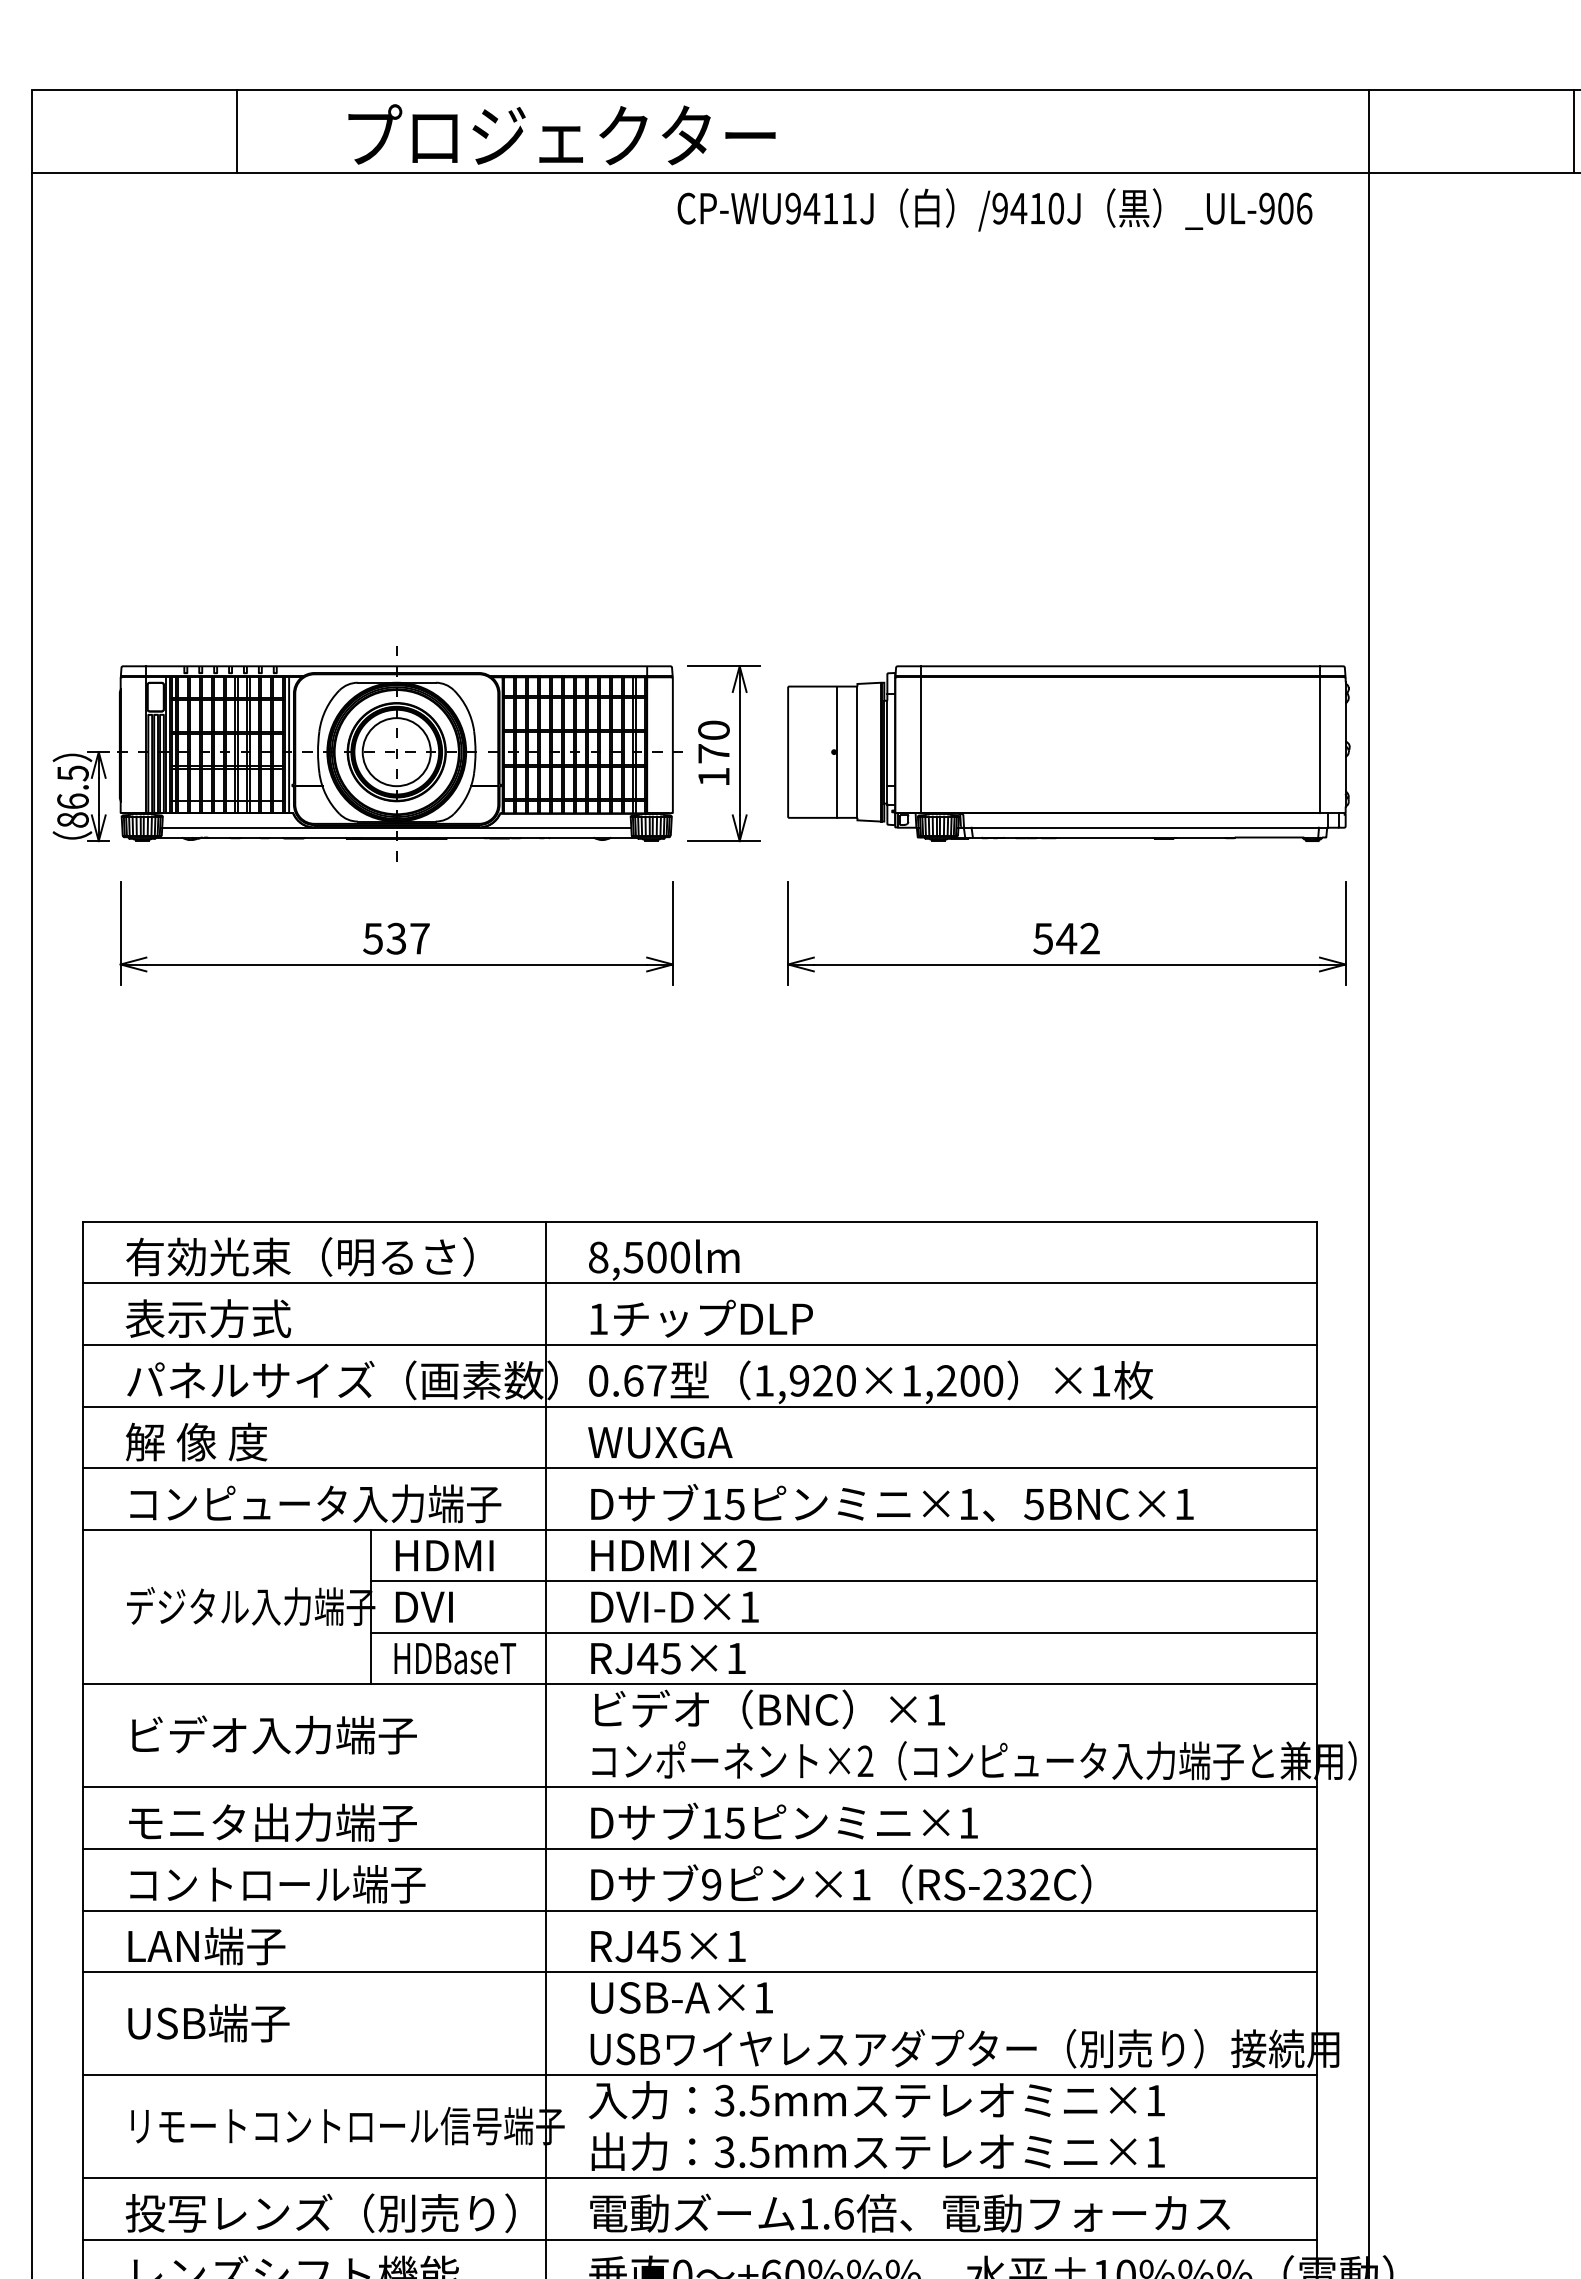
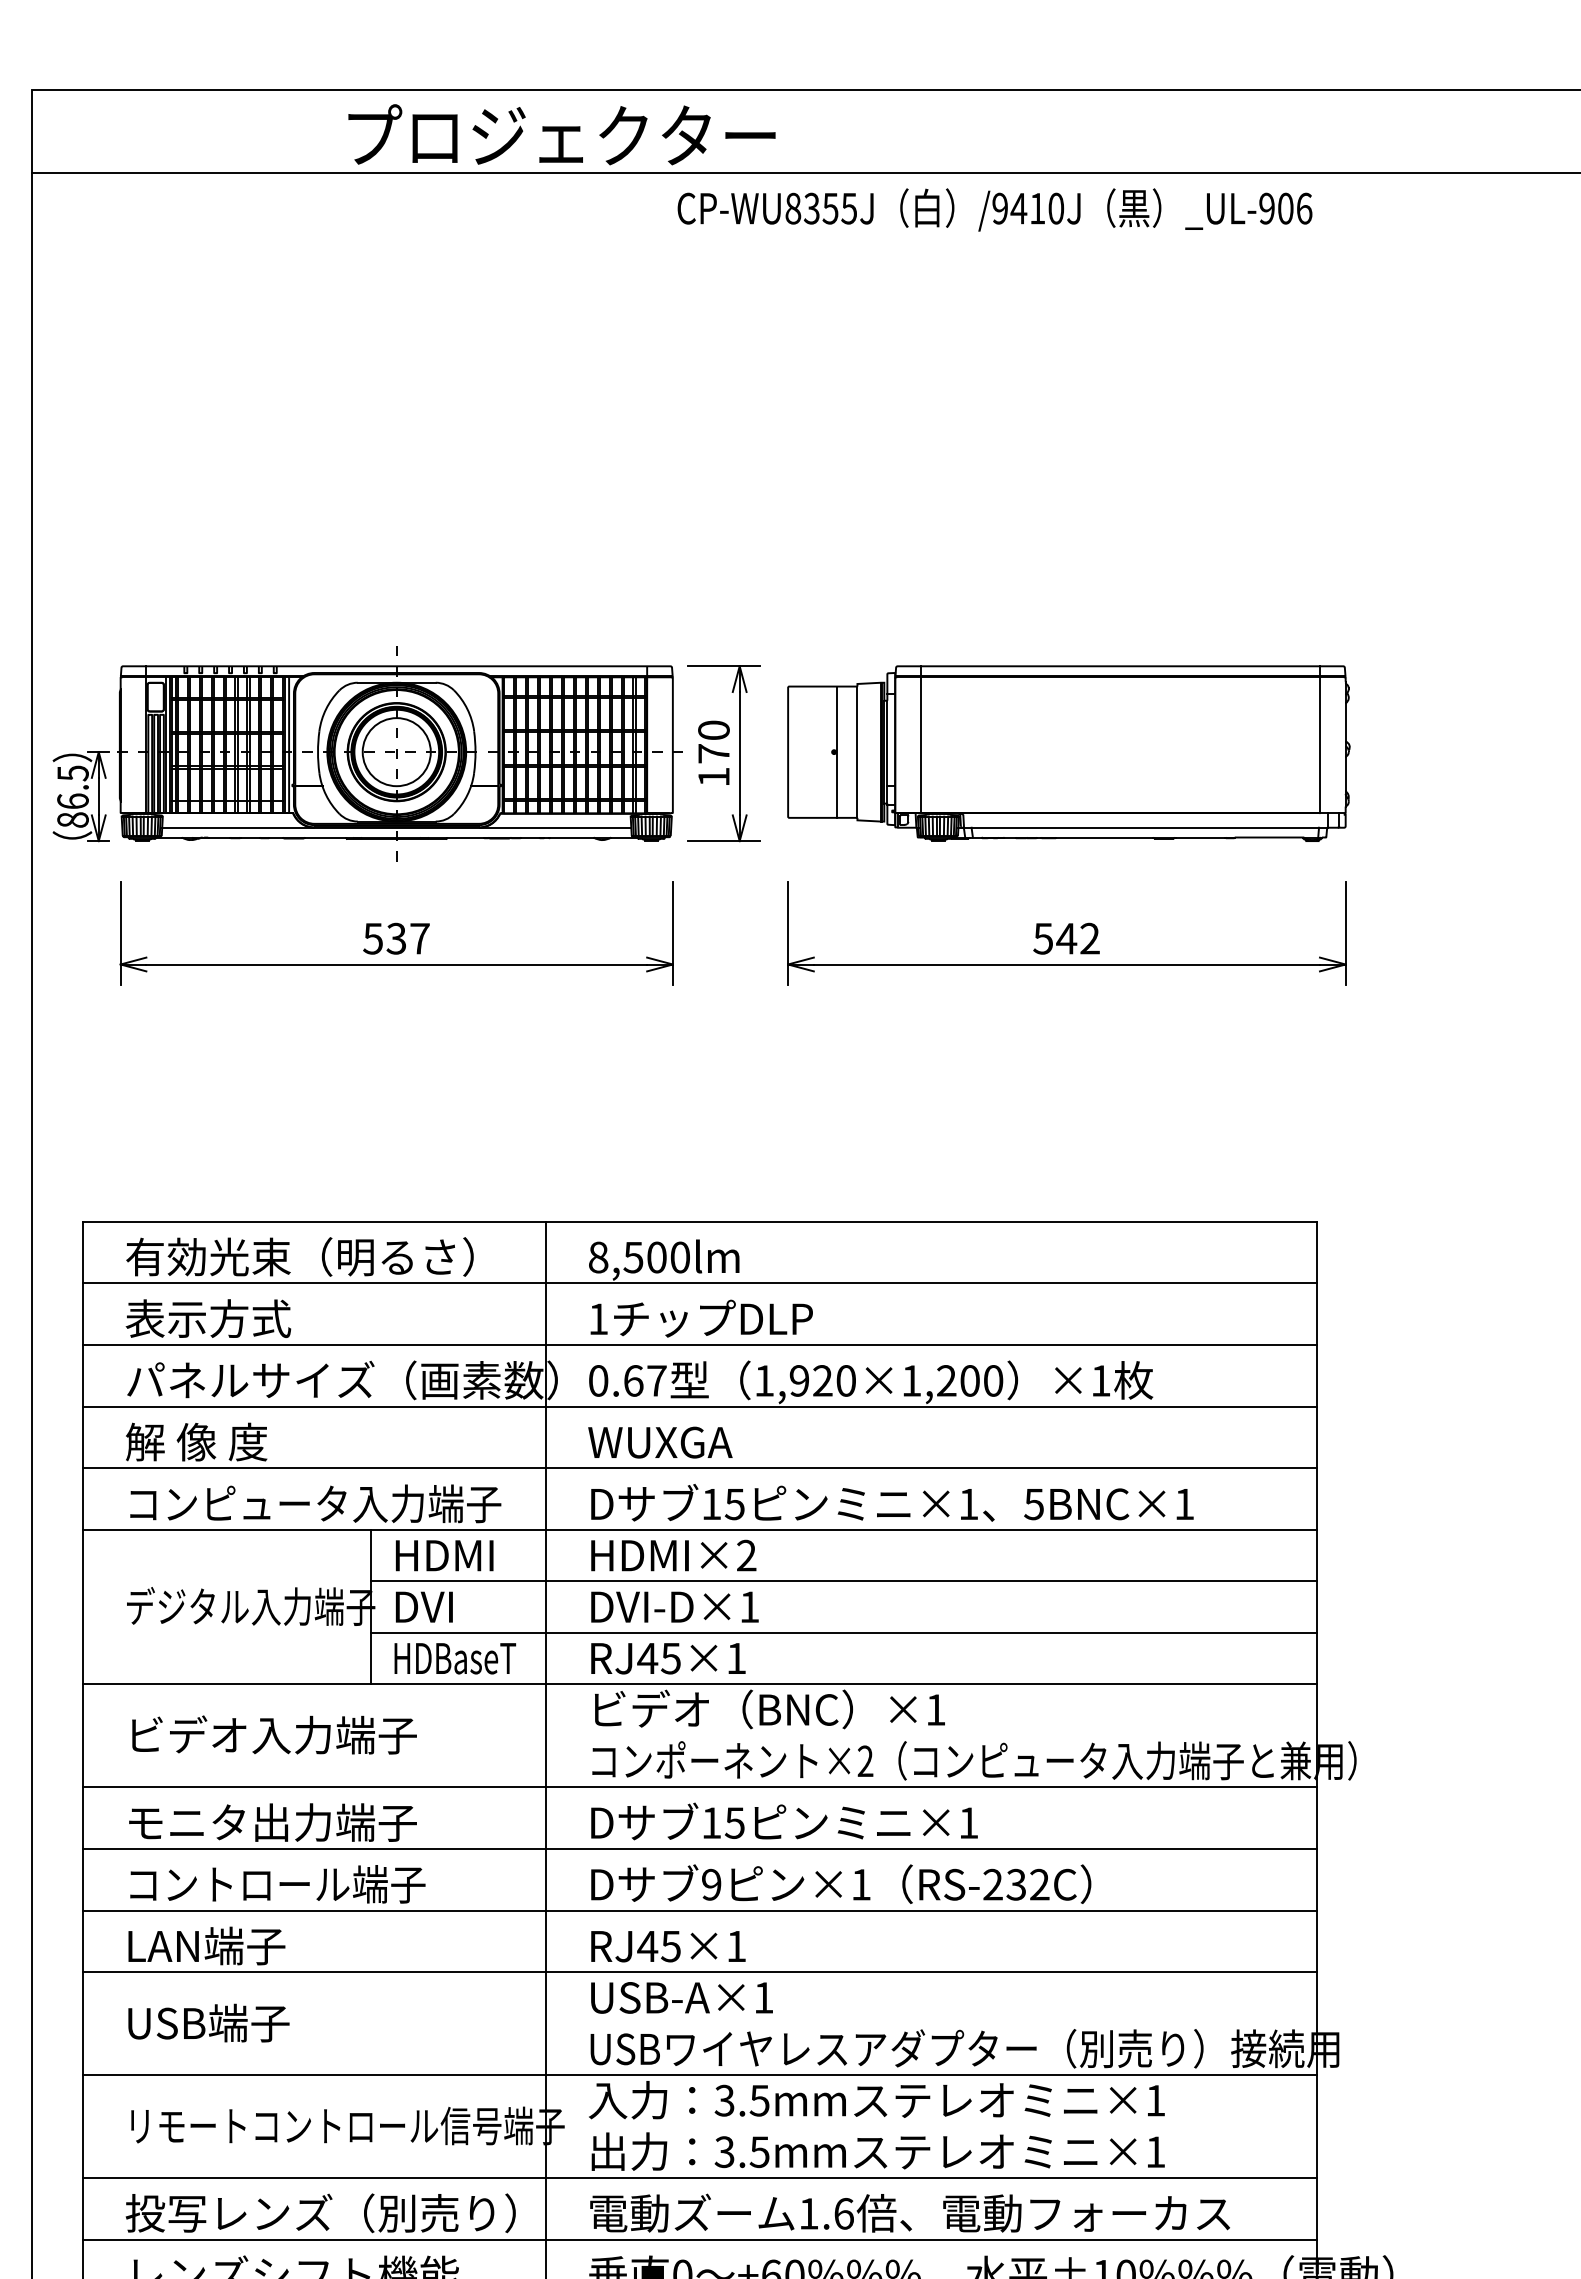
line at (237, 131): present -> none
line at (1574, 131): present -> none
text at (820, 208): CP-WU9411J -> CP-WU8355J
line at (1368, 1182): present -> none
